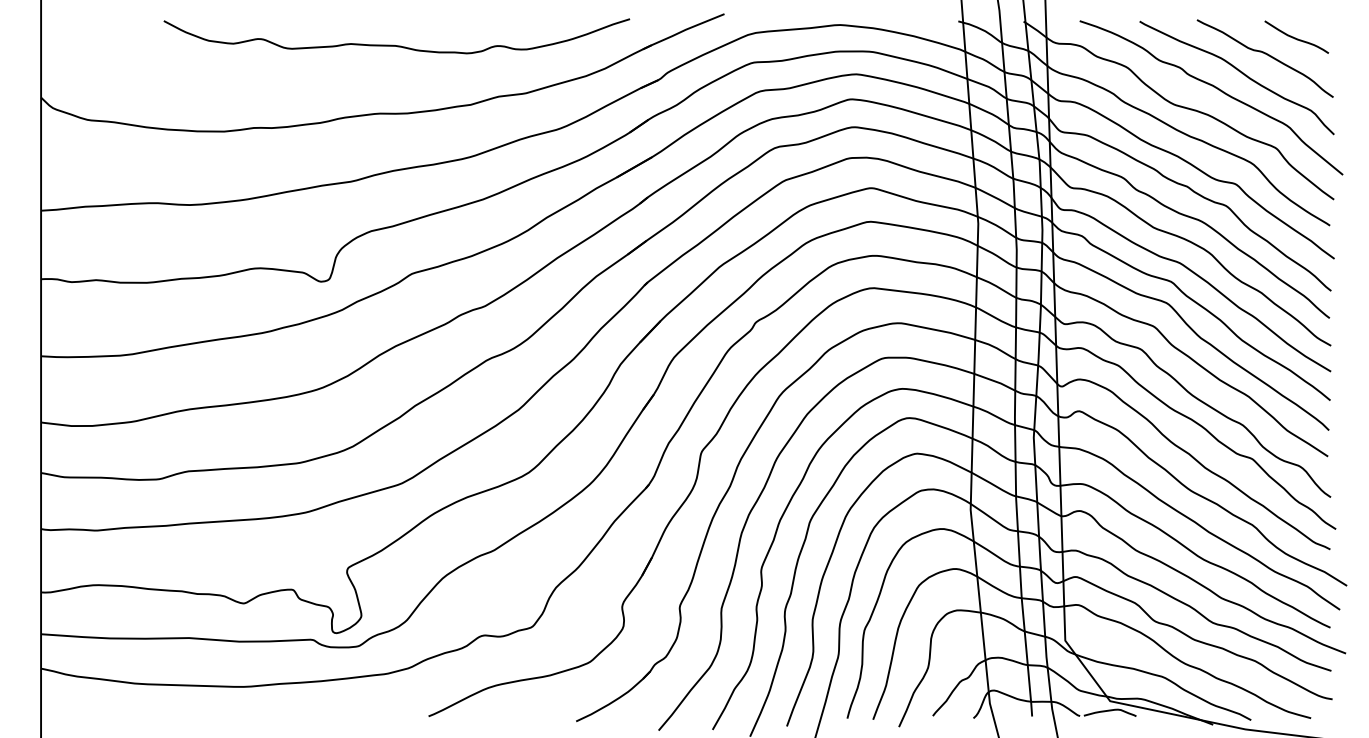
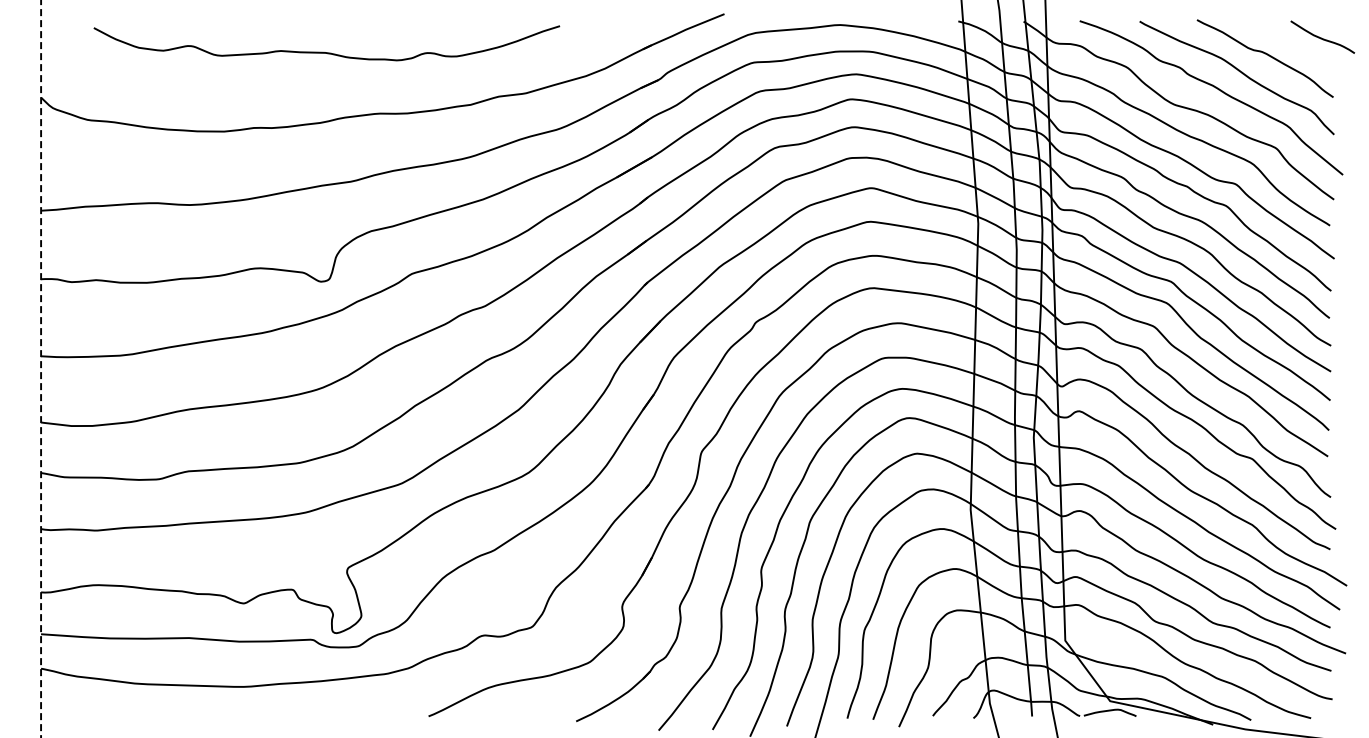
curve at (1295, 37) position: (1295, 37) -> (1321, 37)
curve at (393, 44) position: (393, 44) -> (323, 51)
line at (41, 368): solid -> dashed
